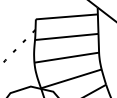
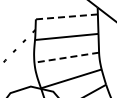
line at (66, 16): solid -> dashed
line at (66, 57): solid -> dashed
